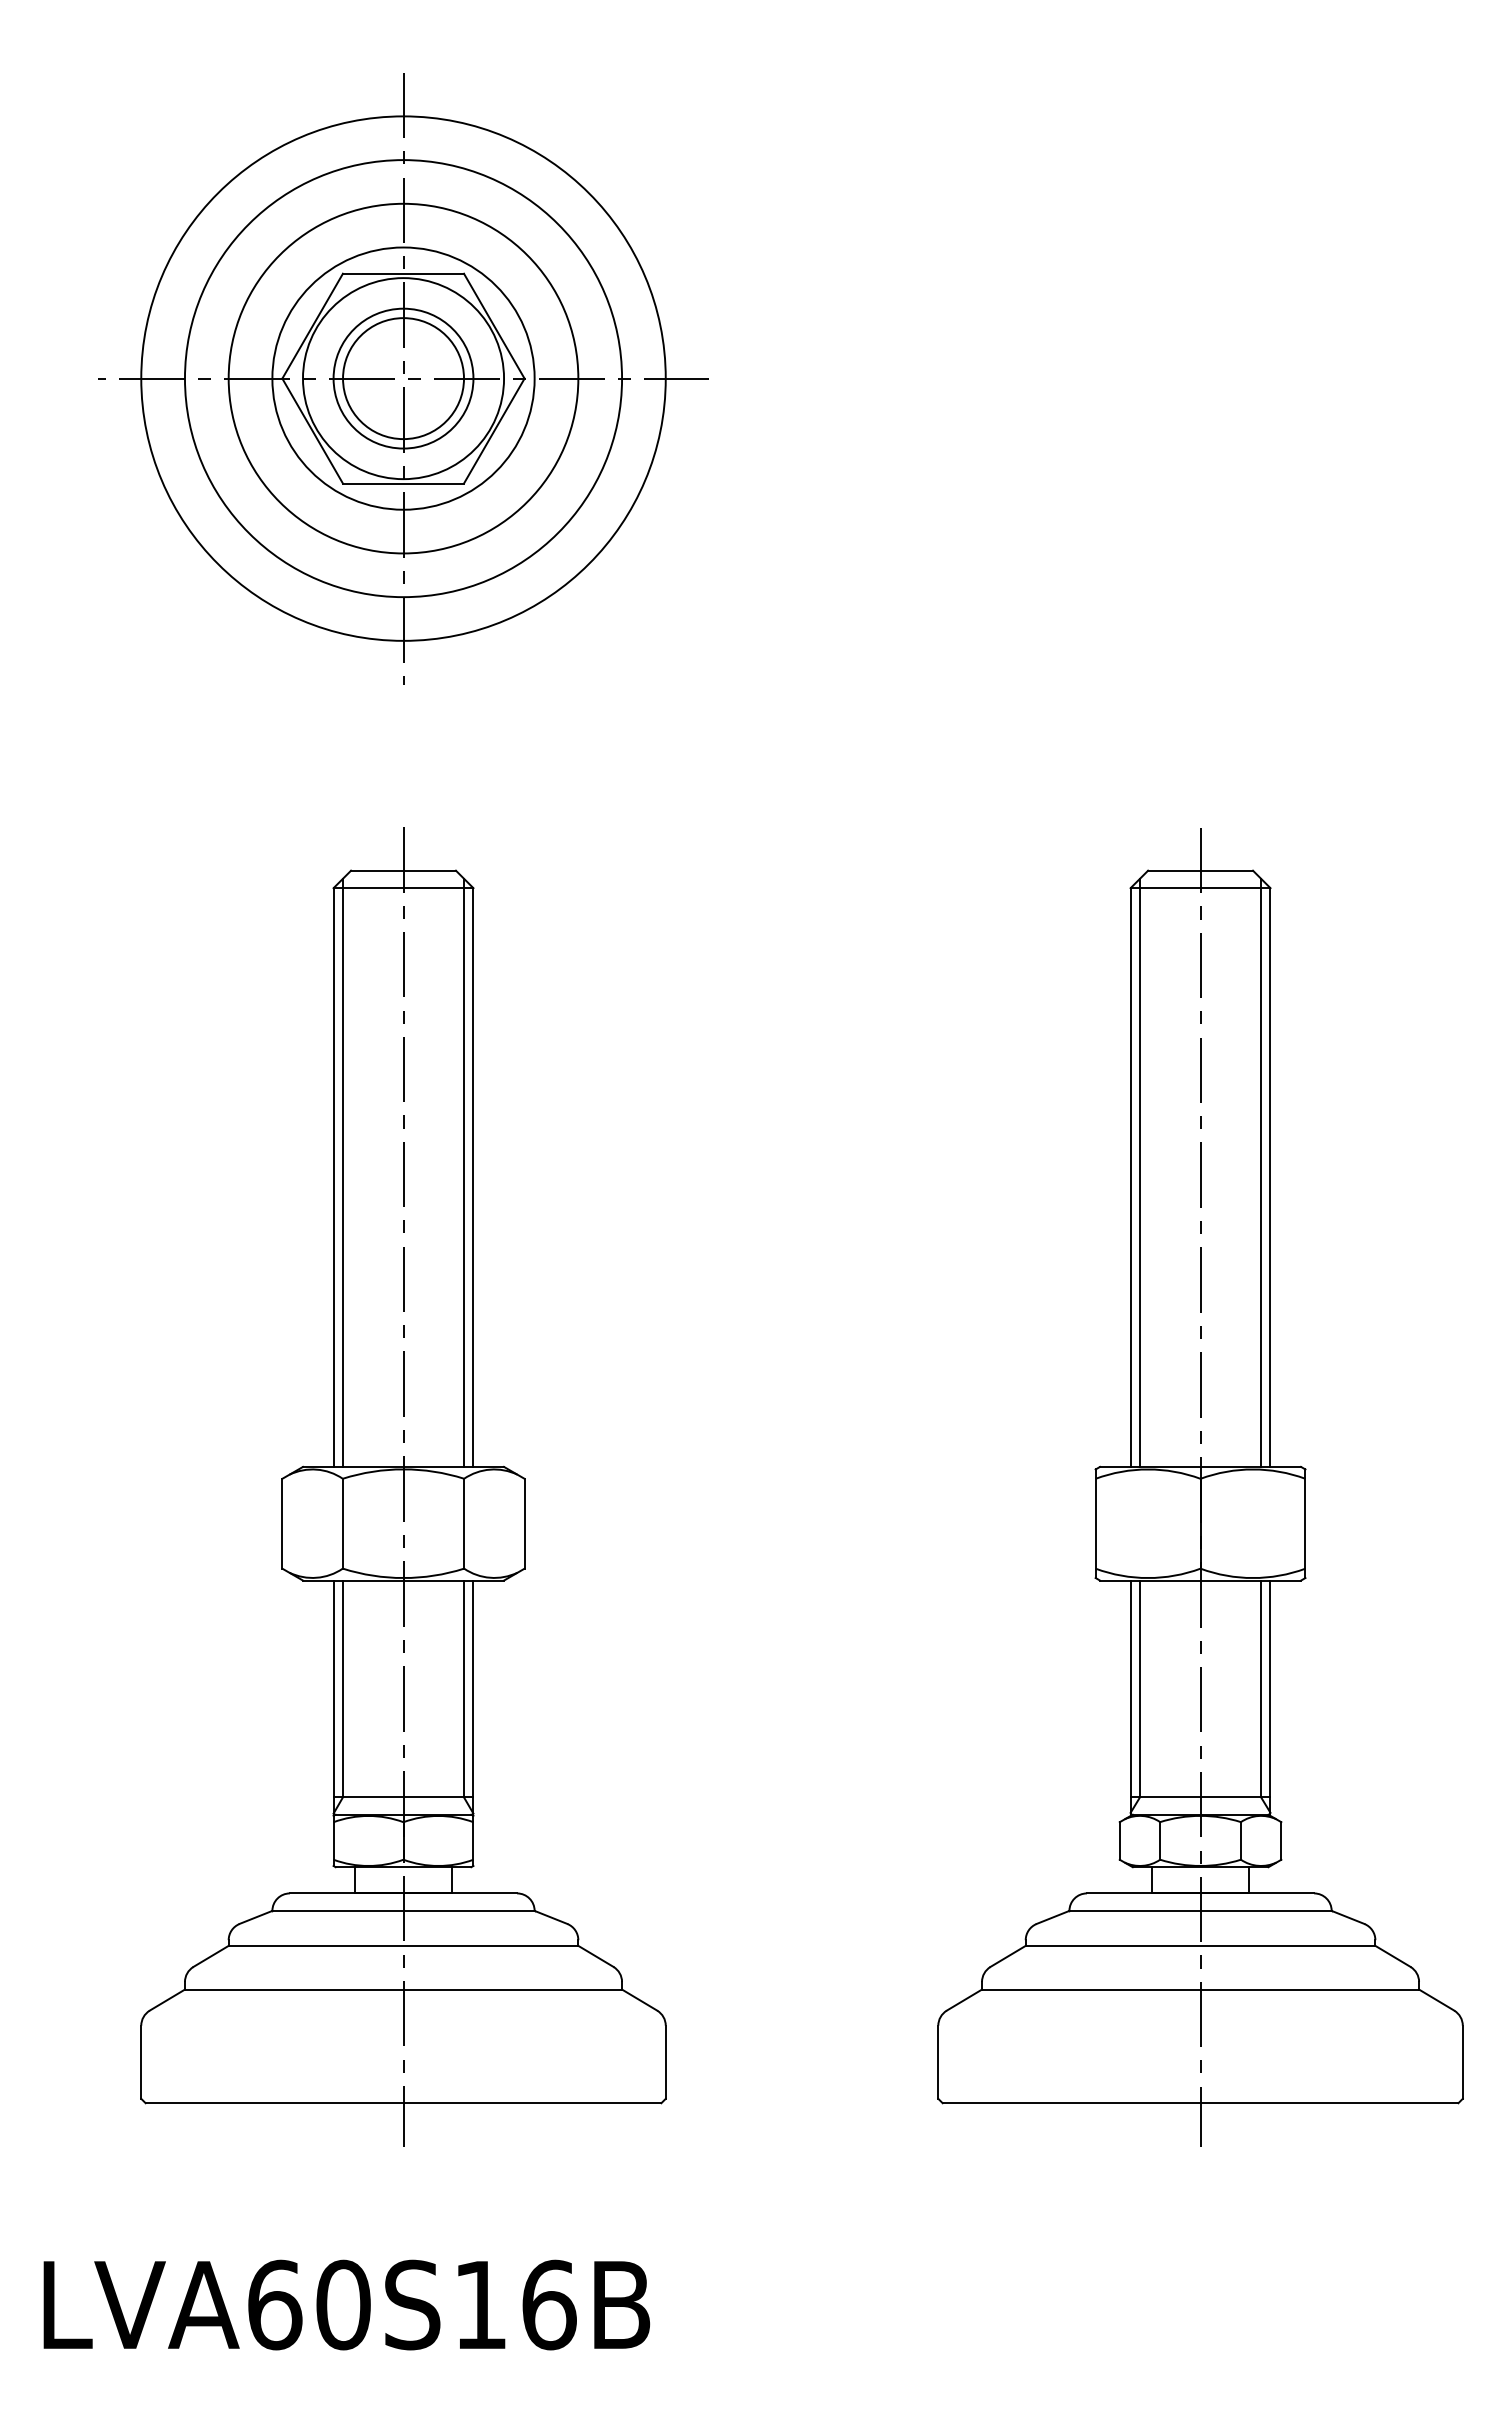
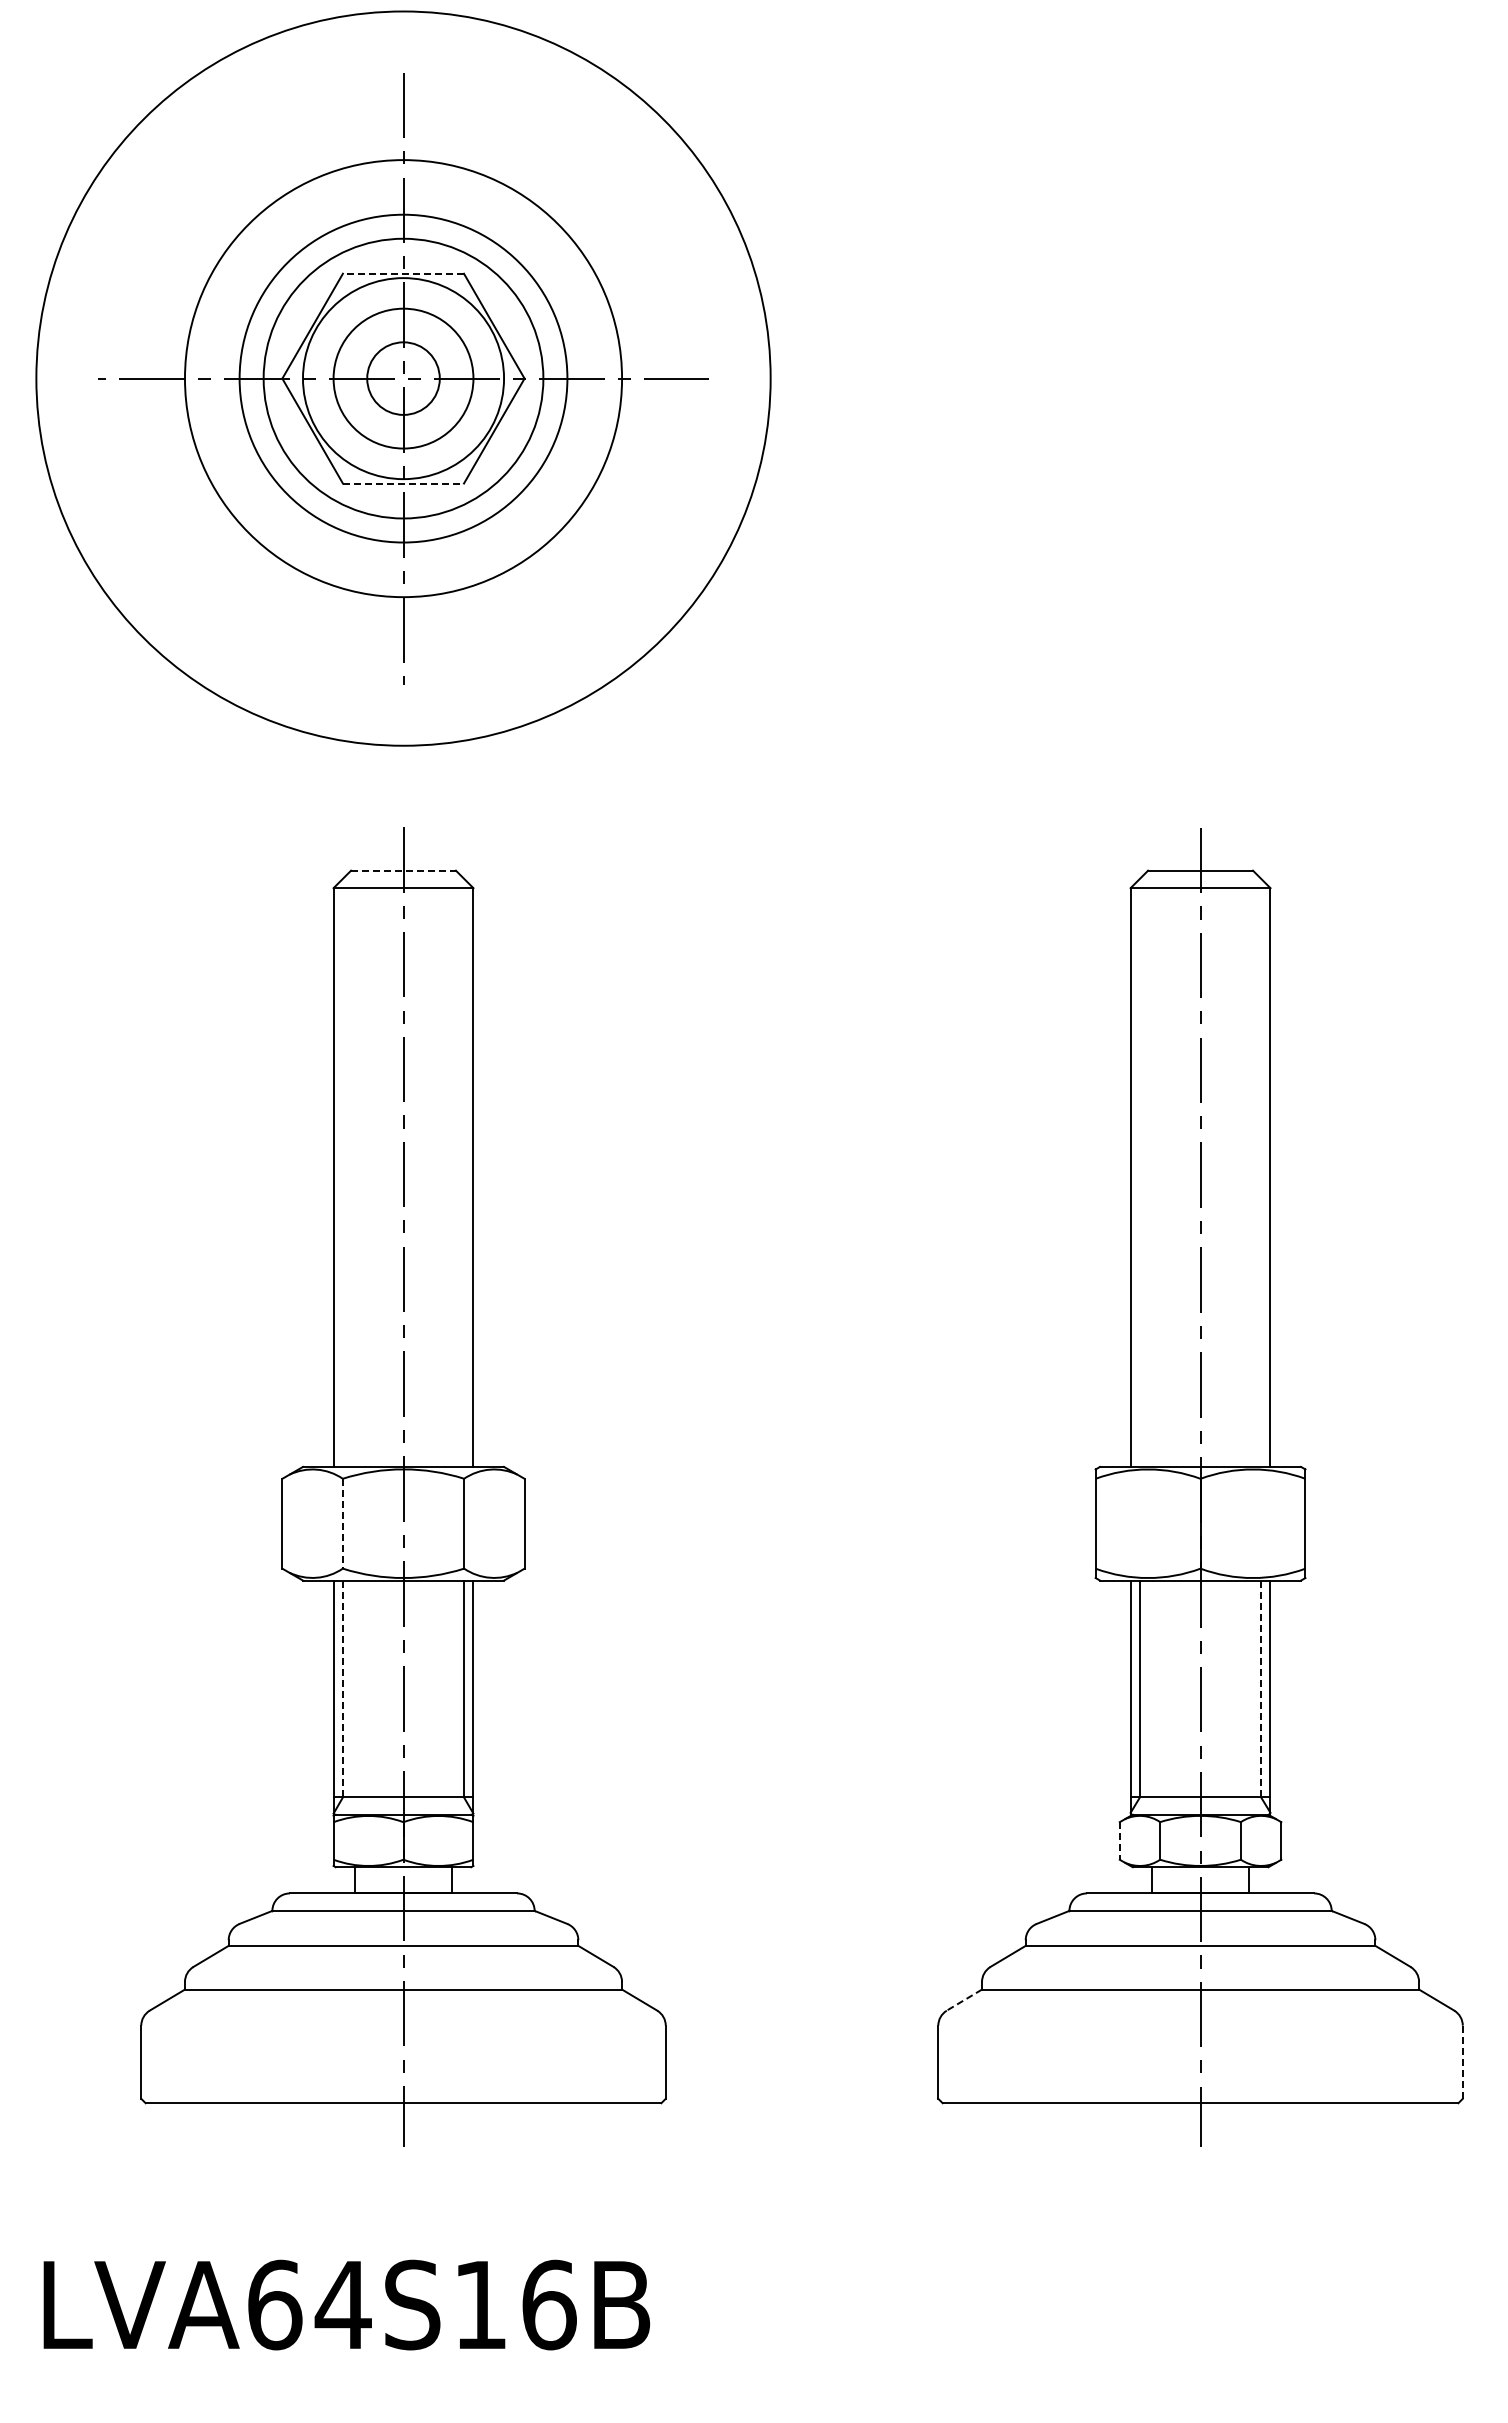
line at (403, 273): solid -> dashed
circle at (403, 378) diameter: 121 px -> 73 px
circle at (403, 378) diameter: 262 px -> 328 px
circle at (403, 378) diameter: 350 px -> 280 px
circle at (403, 378) diameter: 524 px -> 734 px
line at (403, 483): solid -> dashed
line at (404, 870): solid -> dashed
line at (343, 1172): present -> none
line at (463, 1172): present -> none
line at (1140, 1172): present -> none
line at (1261, 1172): present -> none
line at (342, 1523): solid -> dashed
line at (343, 1688): solid -> dashed
line at (1261, 1688): solid -> dashed
line at (1119, 1840): solid -> dashed
line at (964, 2000): solid -> dashed
line at (1462, 2062): solid -> dashed
text at (342, 2304): LVA60S16B -> LVA64S16B
